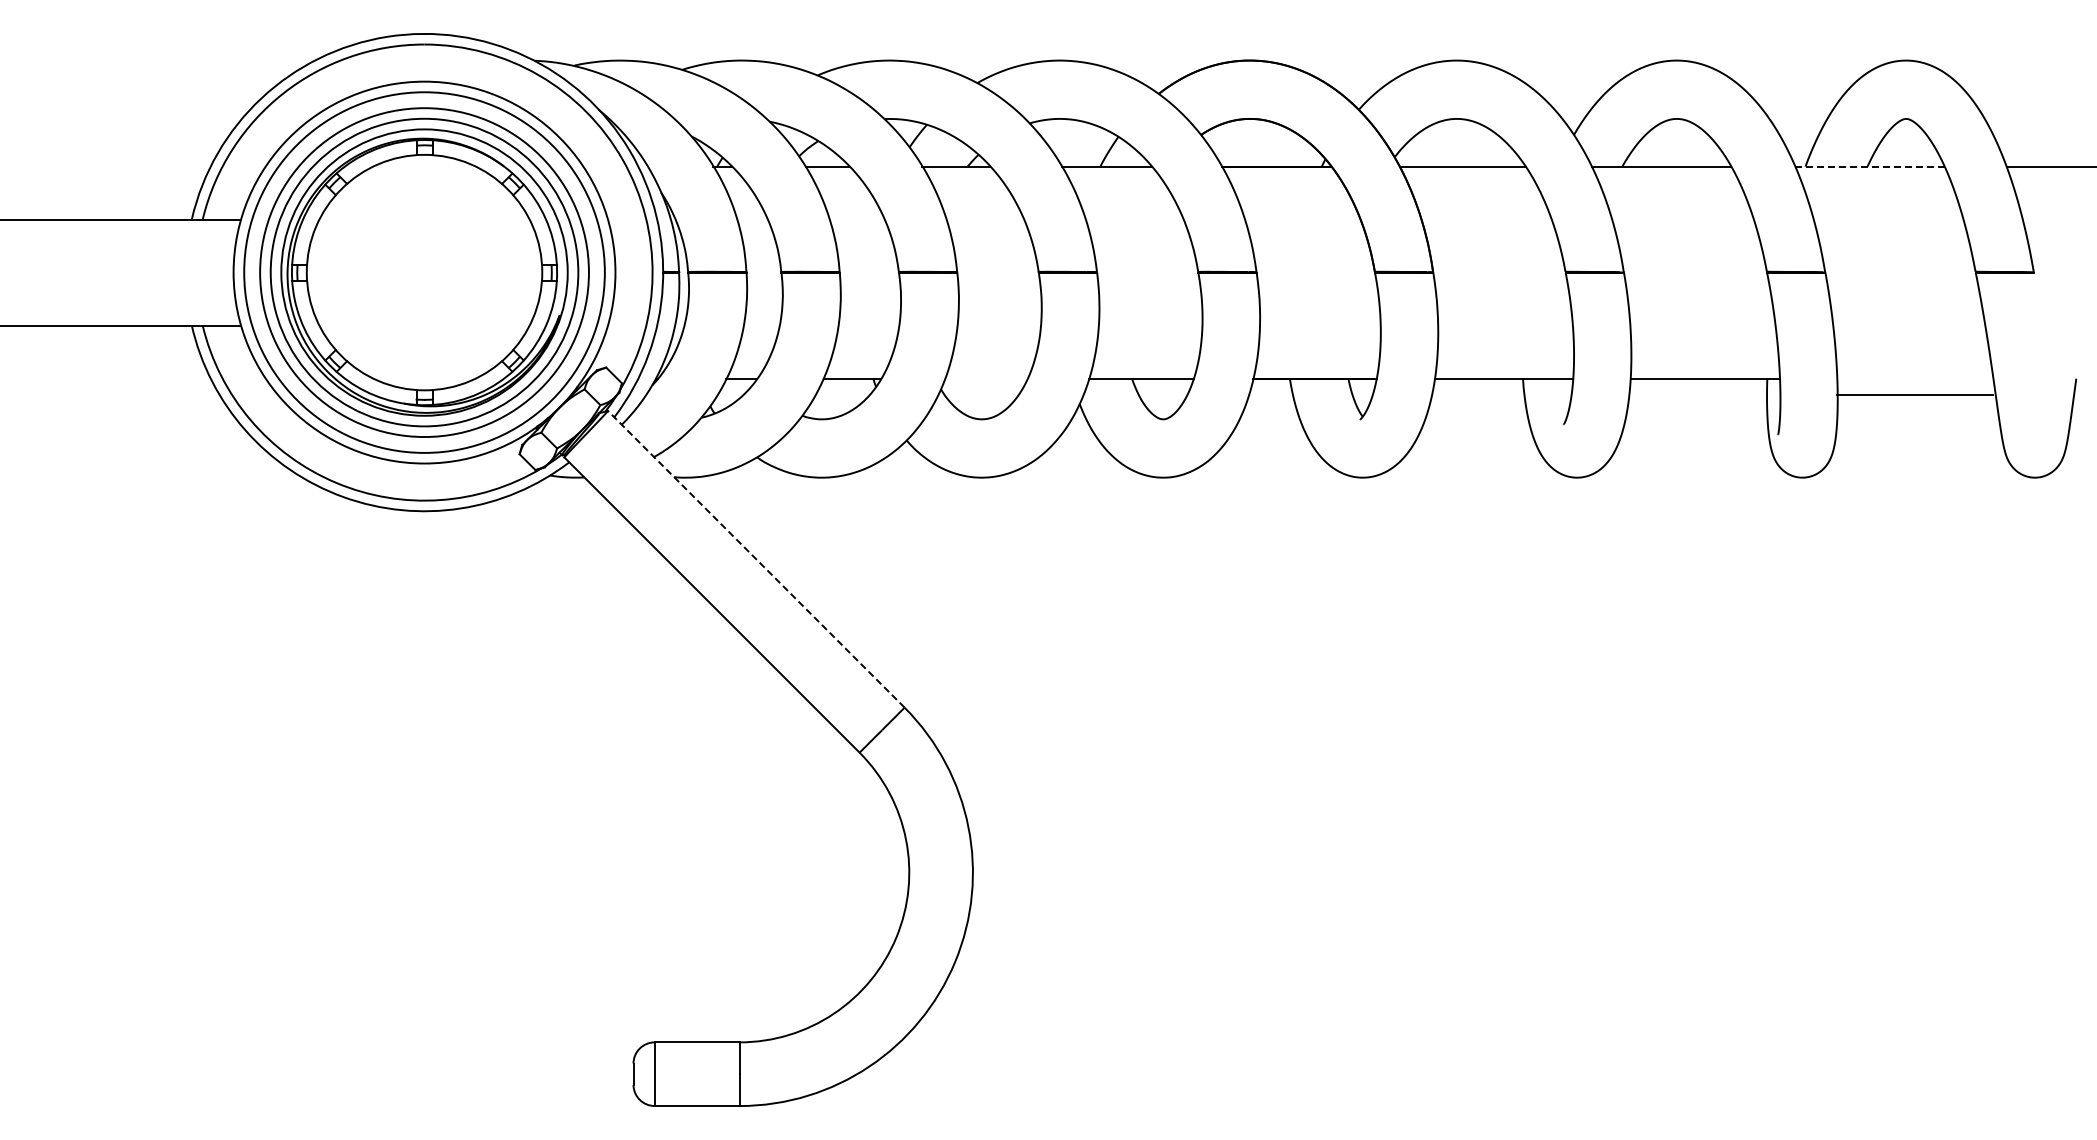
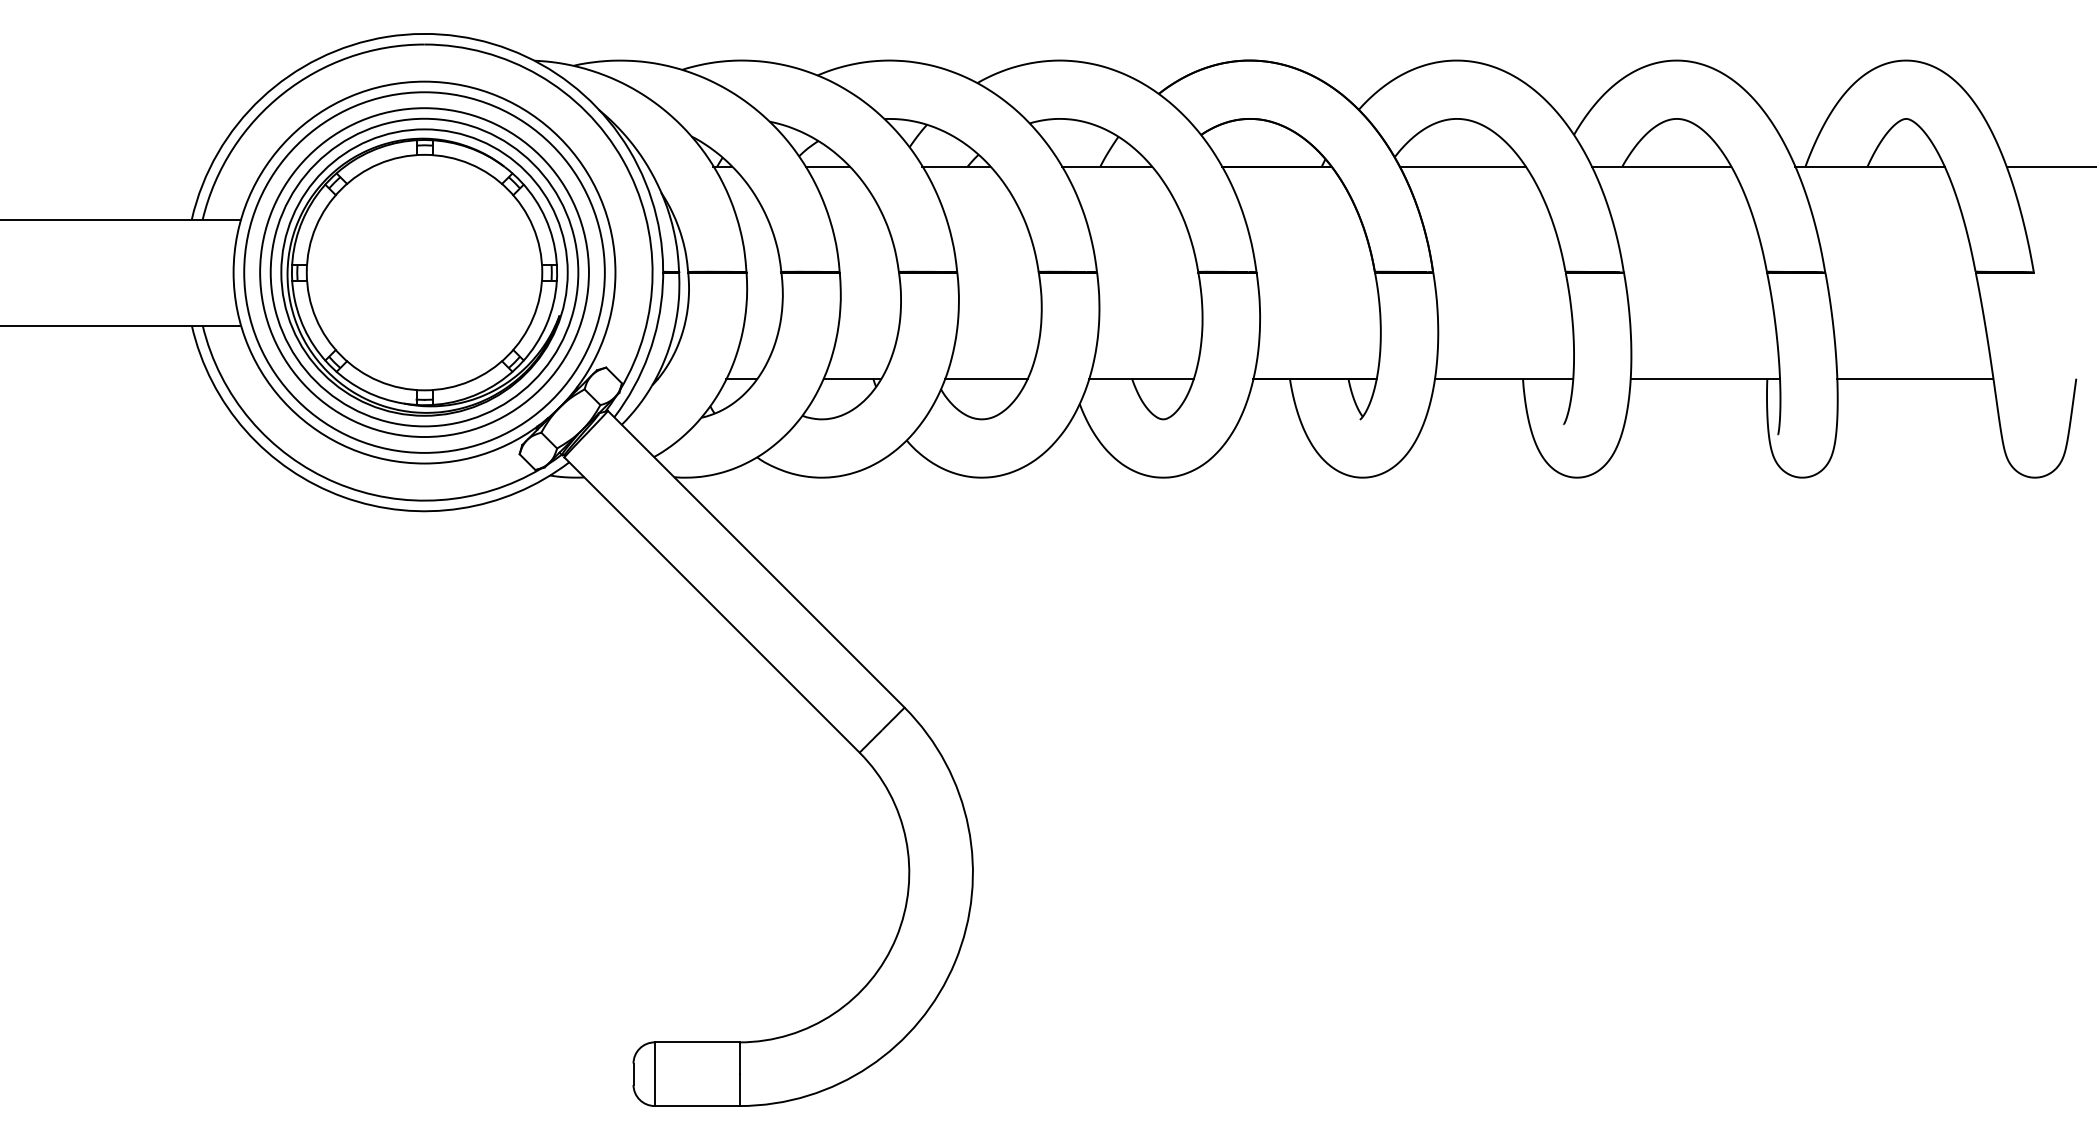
line at (1869, 166): dashed -> solid
line at (986, 378): none -> present
line at (1915, 394) position: (1915, 394) -> (1915, 378)
line at (756, 559): dashed -> solid
